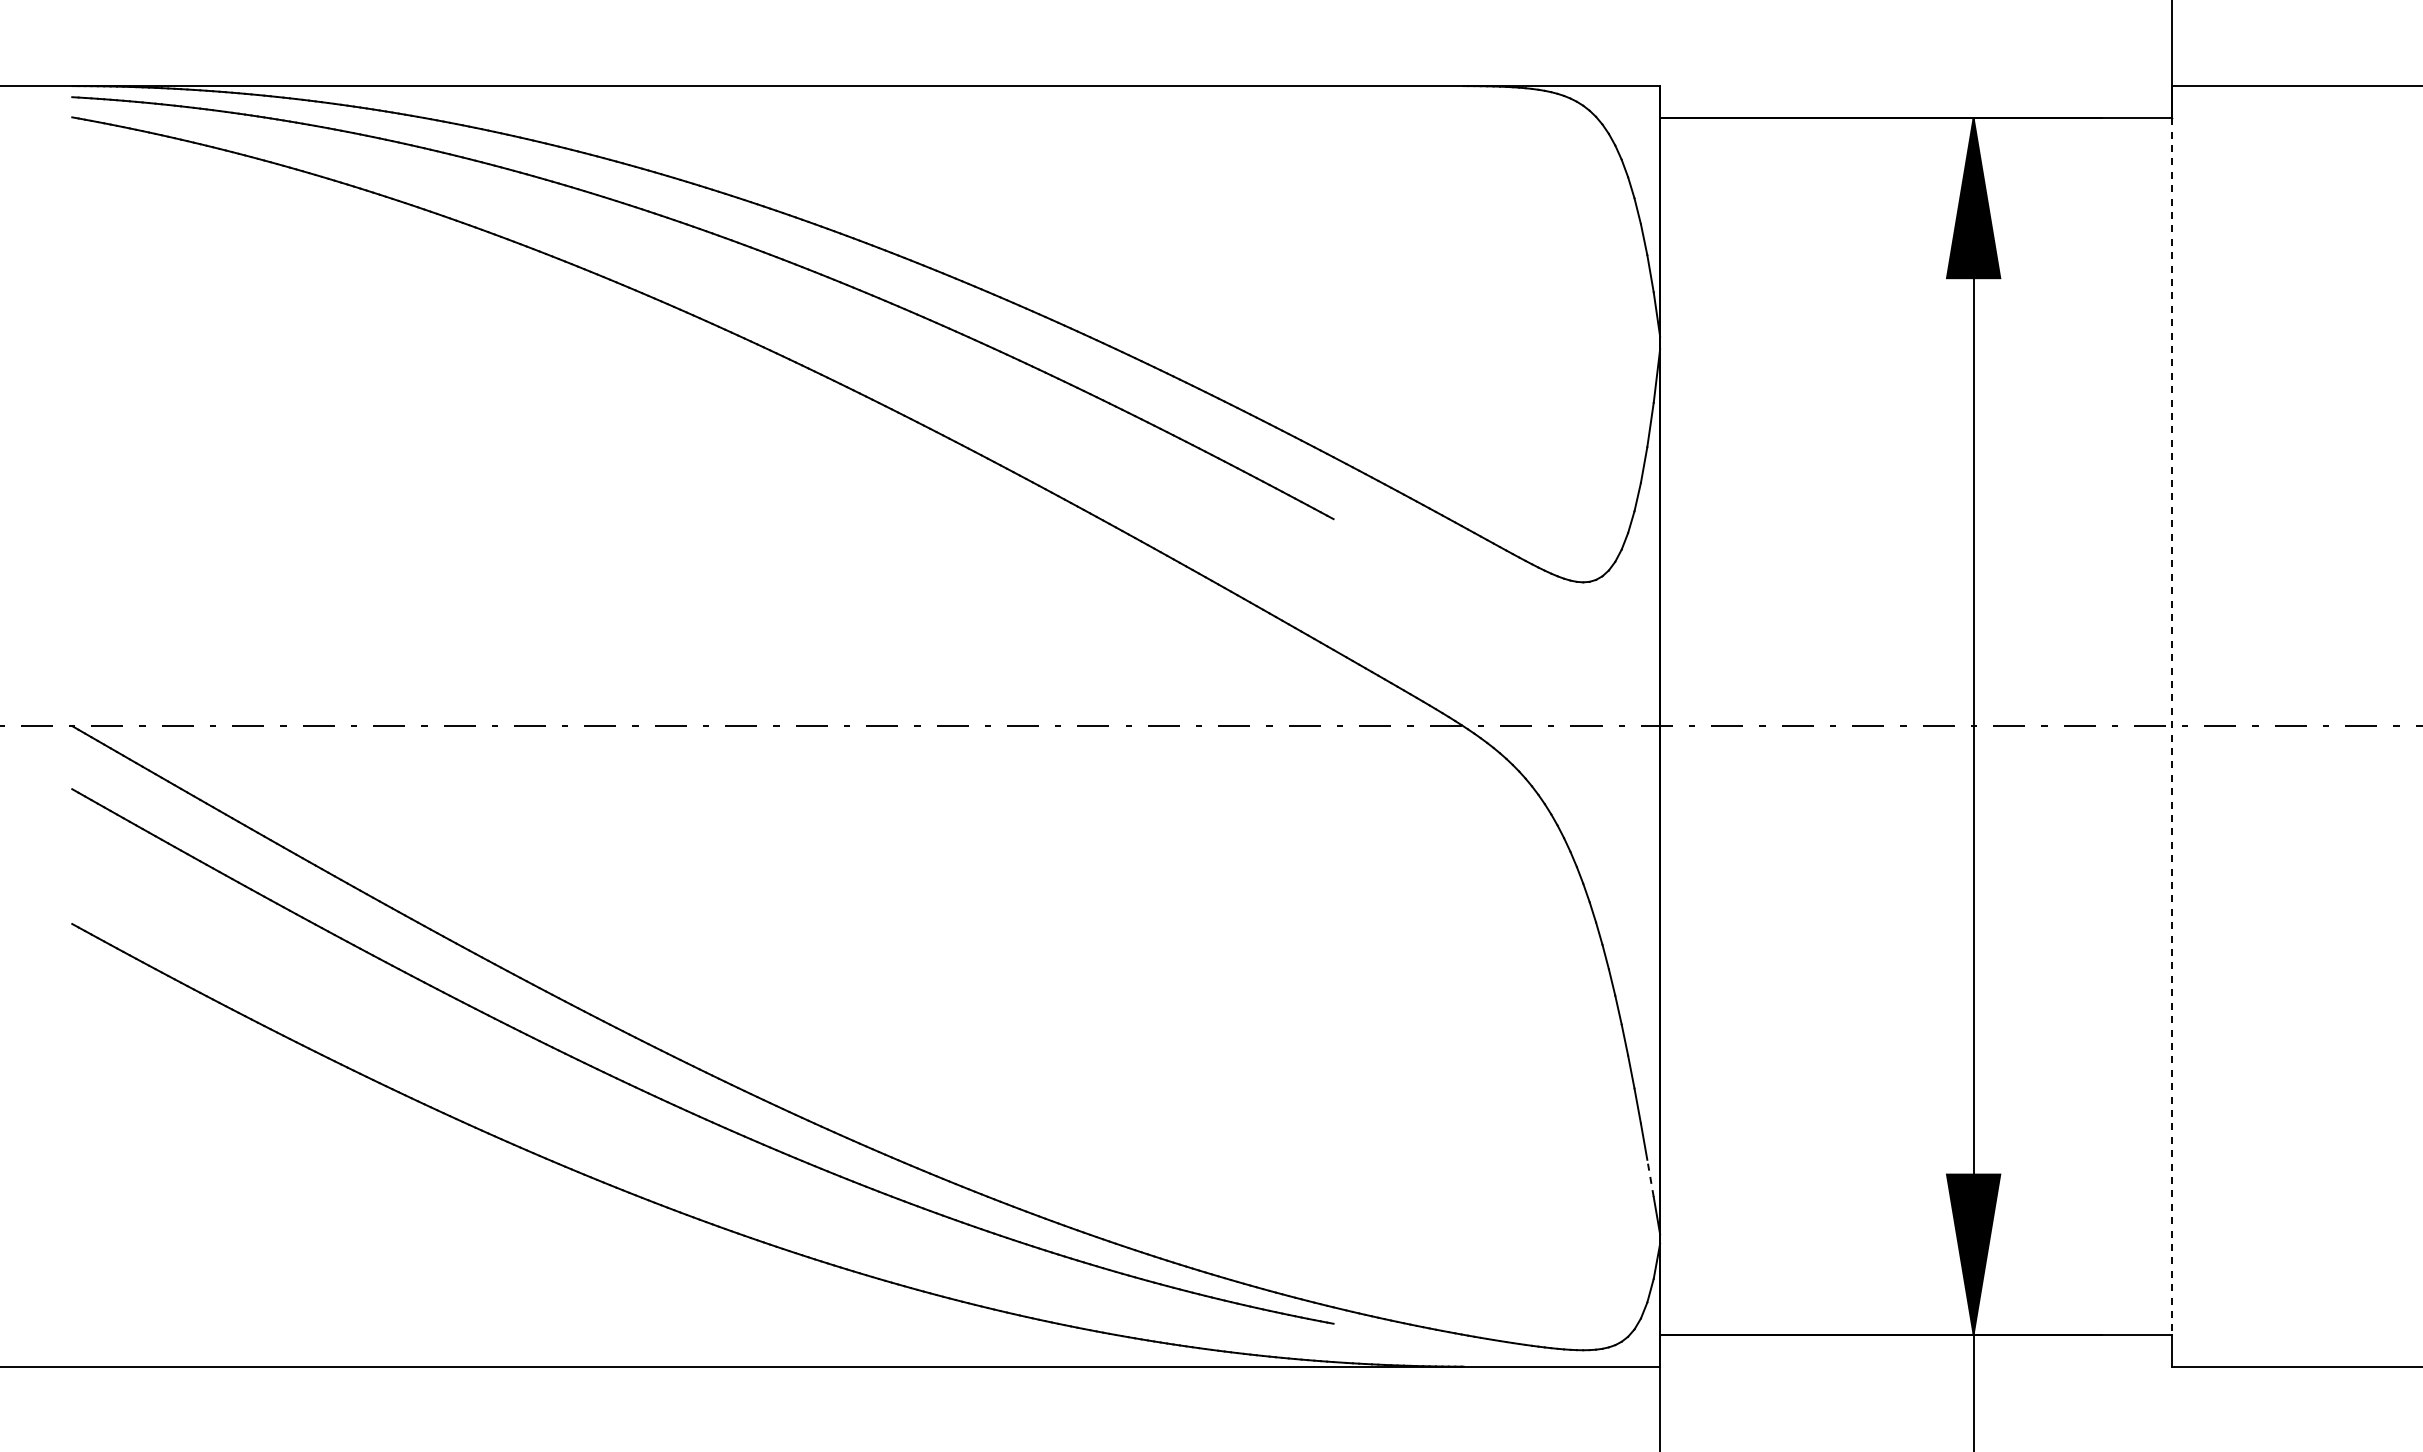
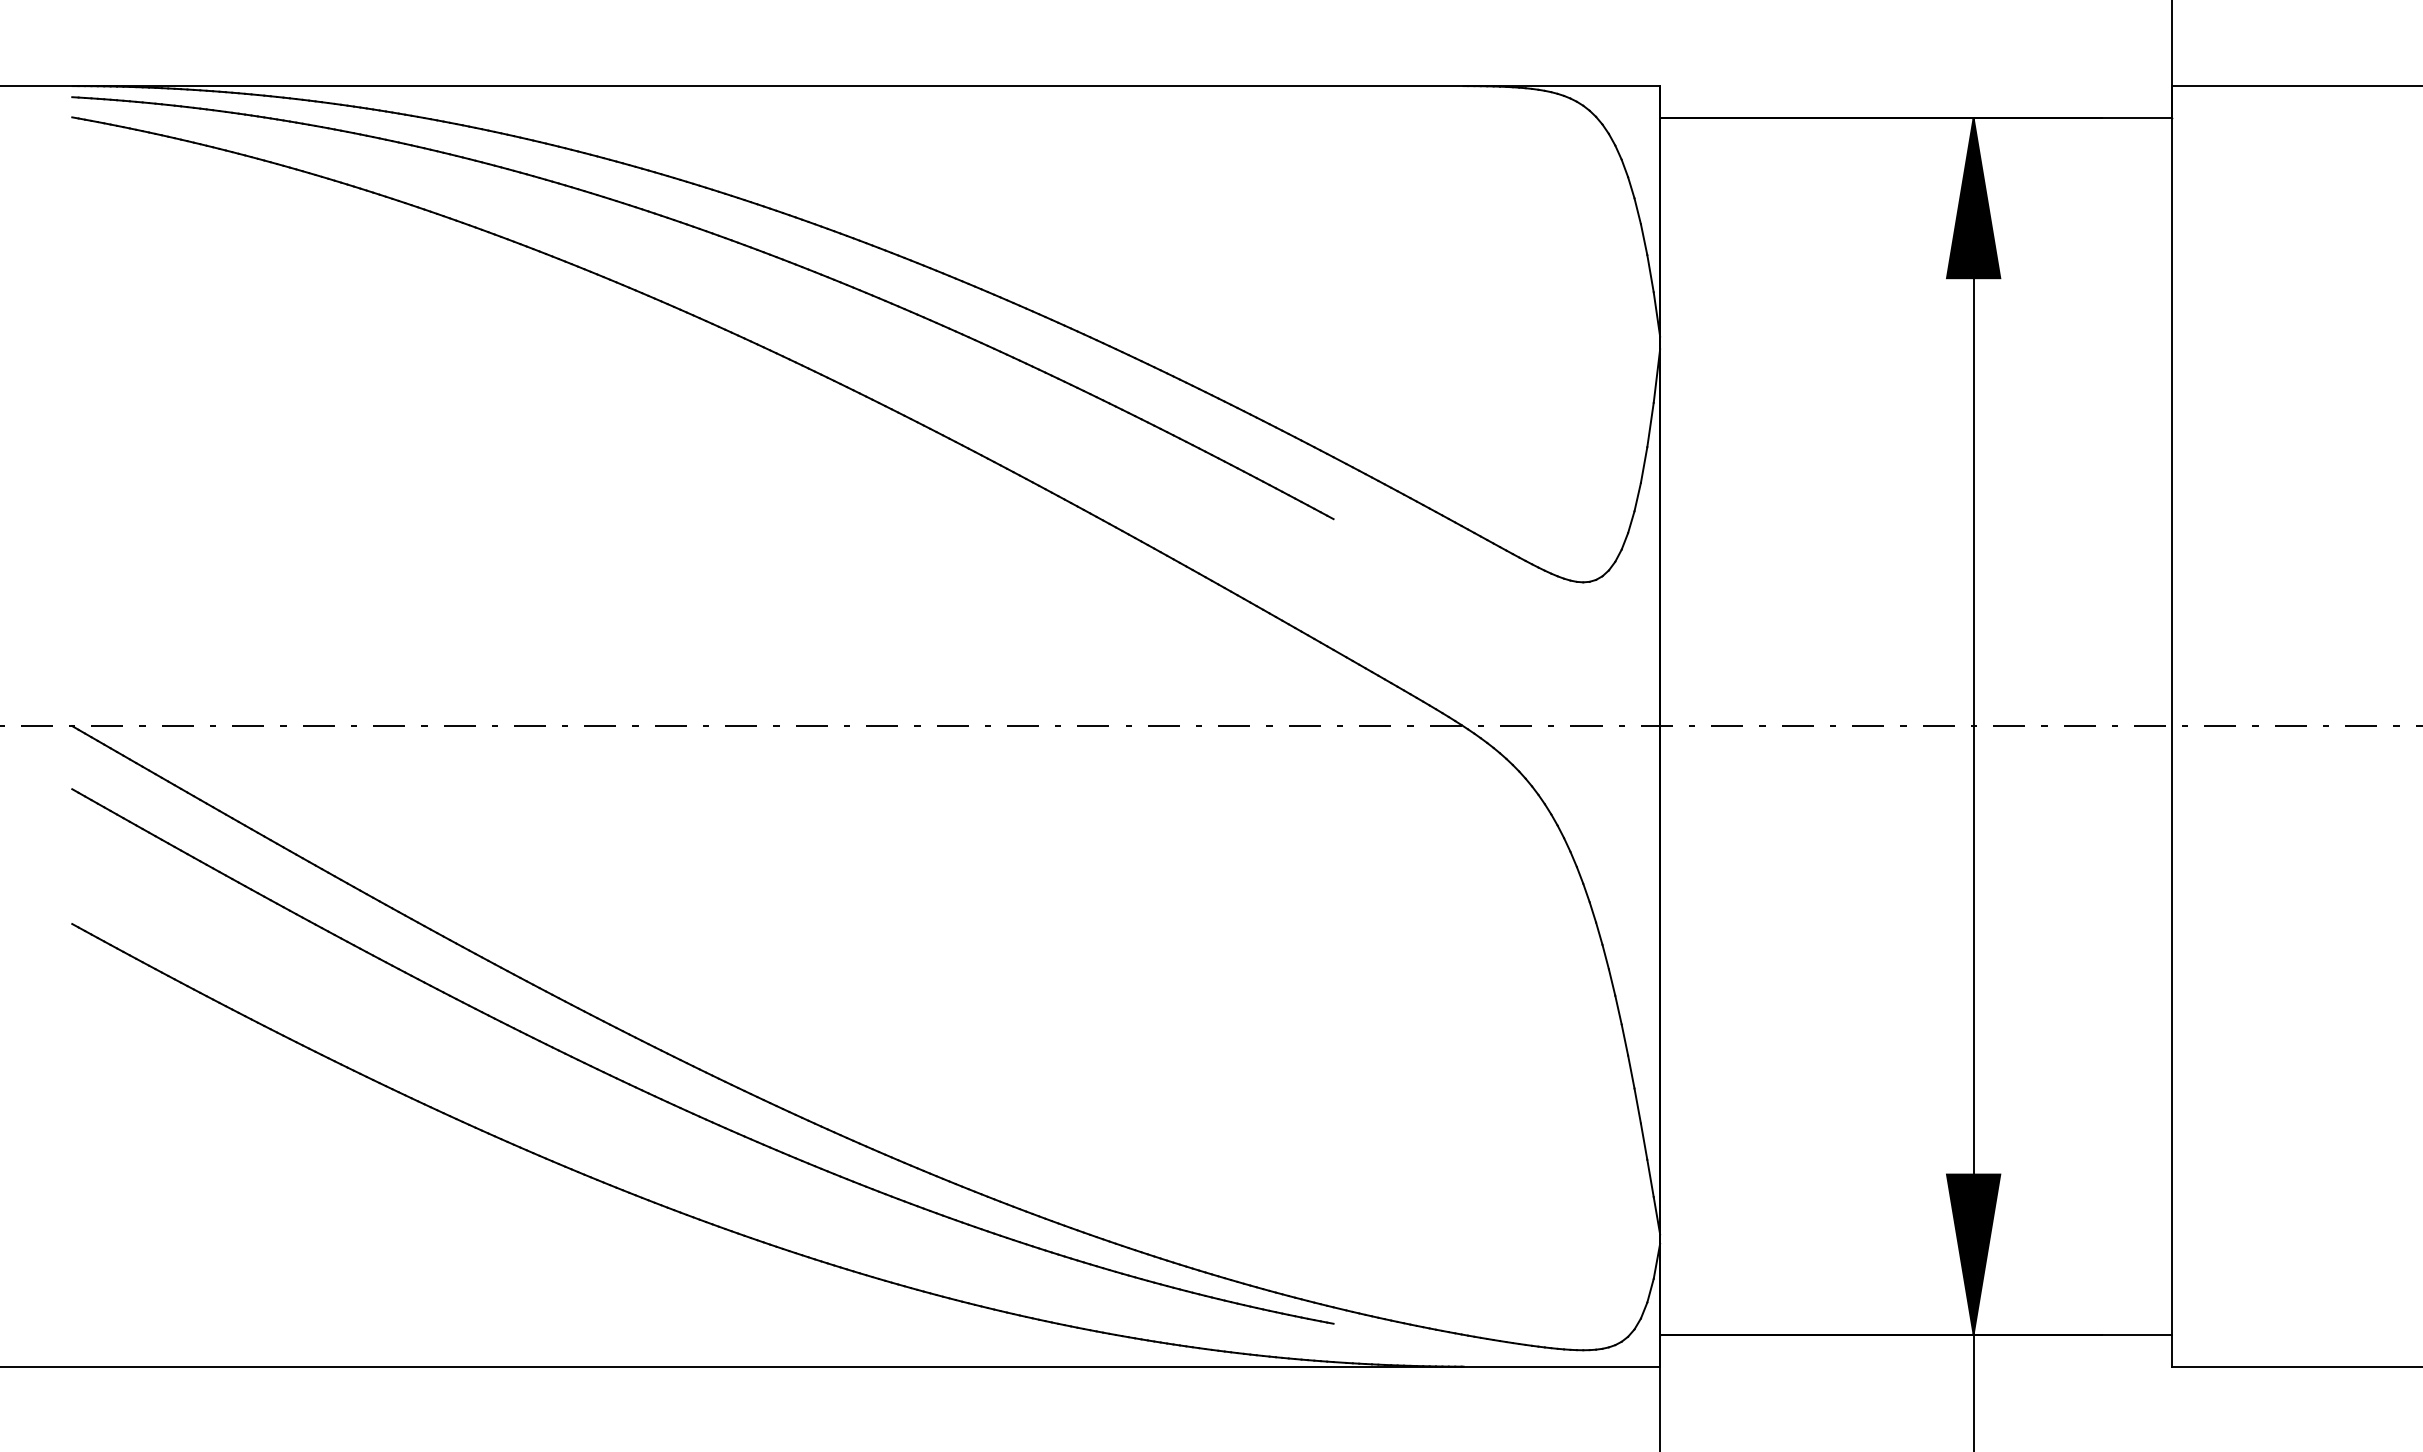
line at (2172, 726): dashed -> solid
line at (1650, 1178): dashed -> solid
